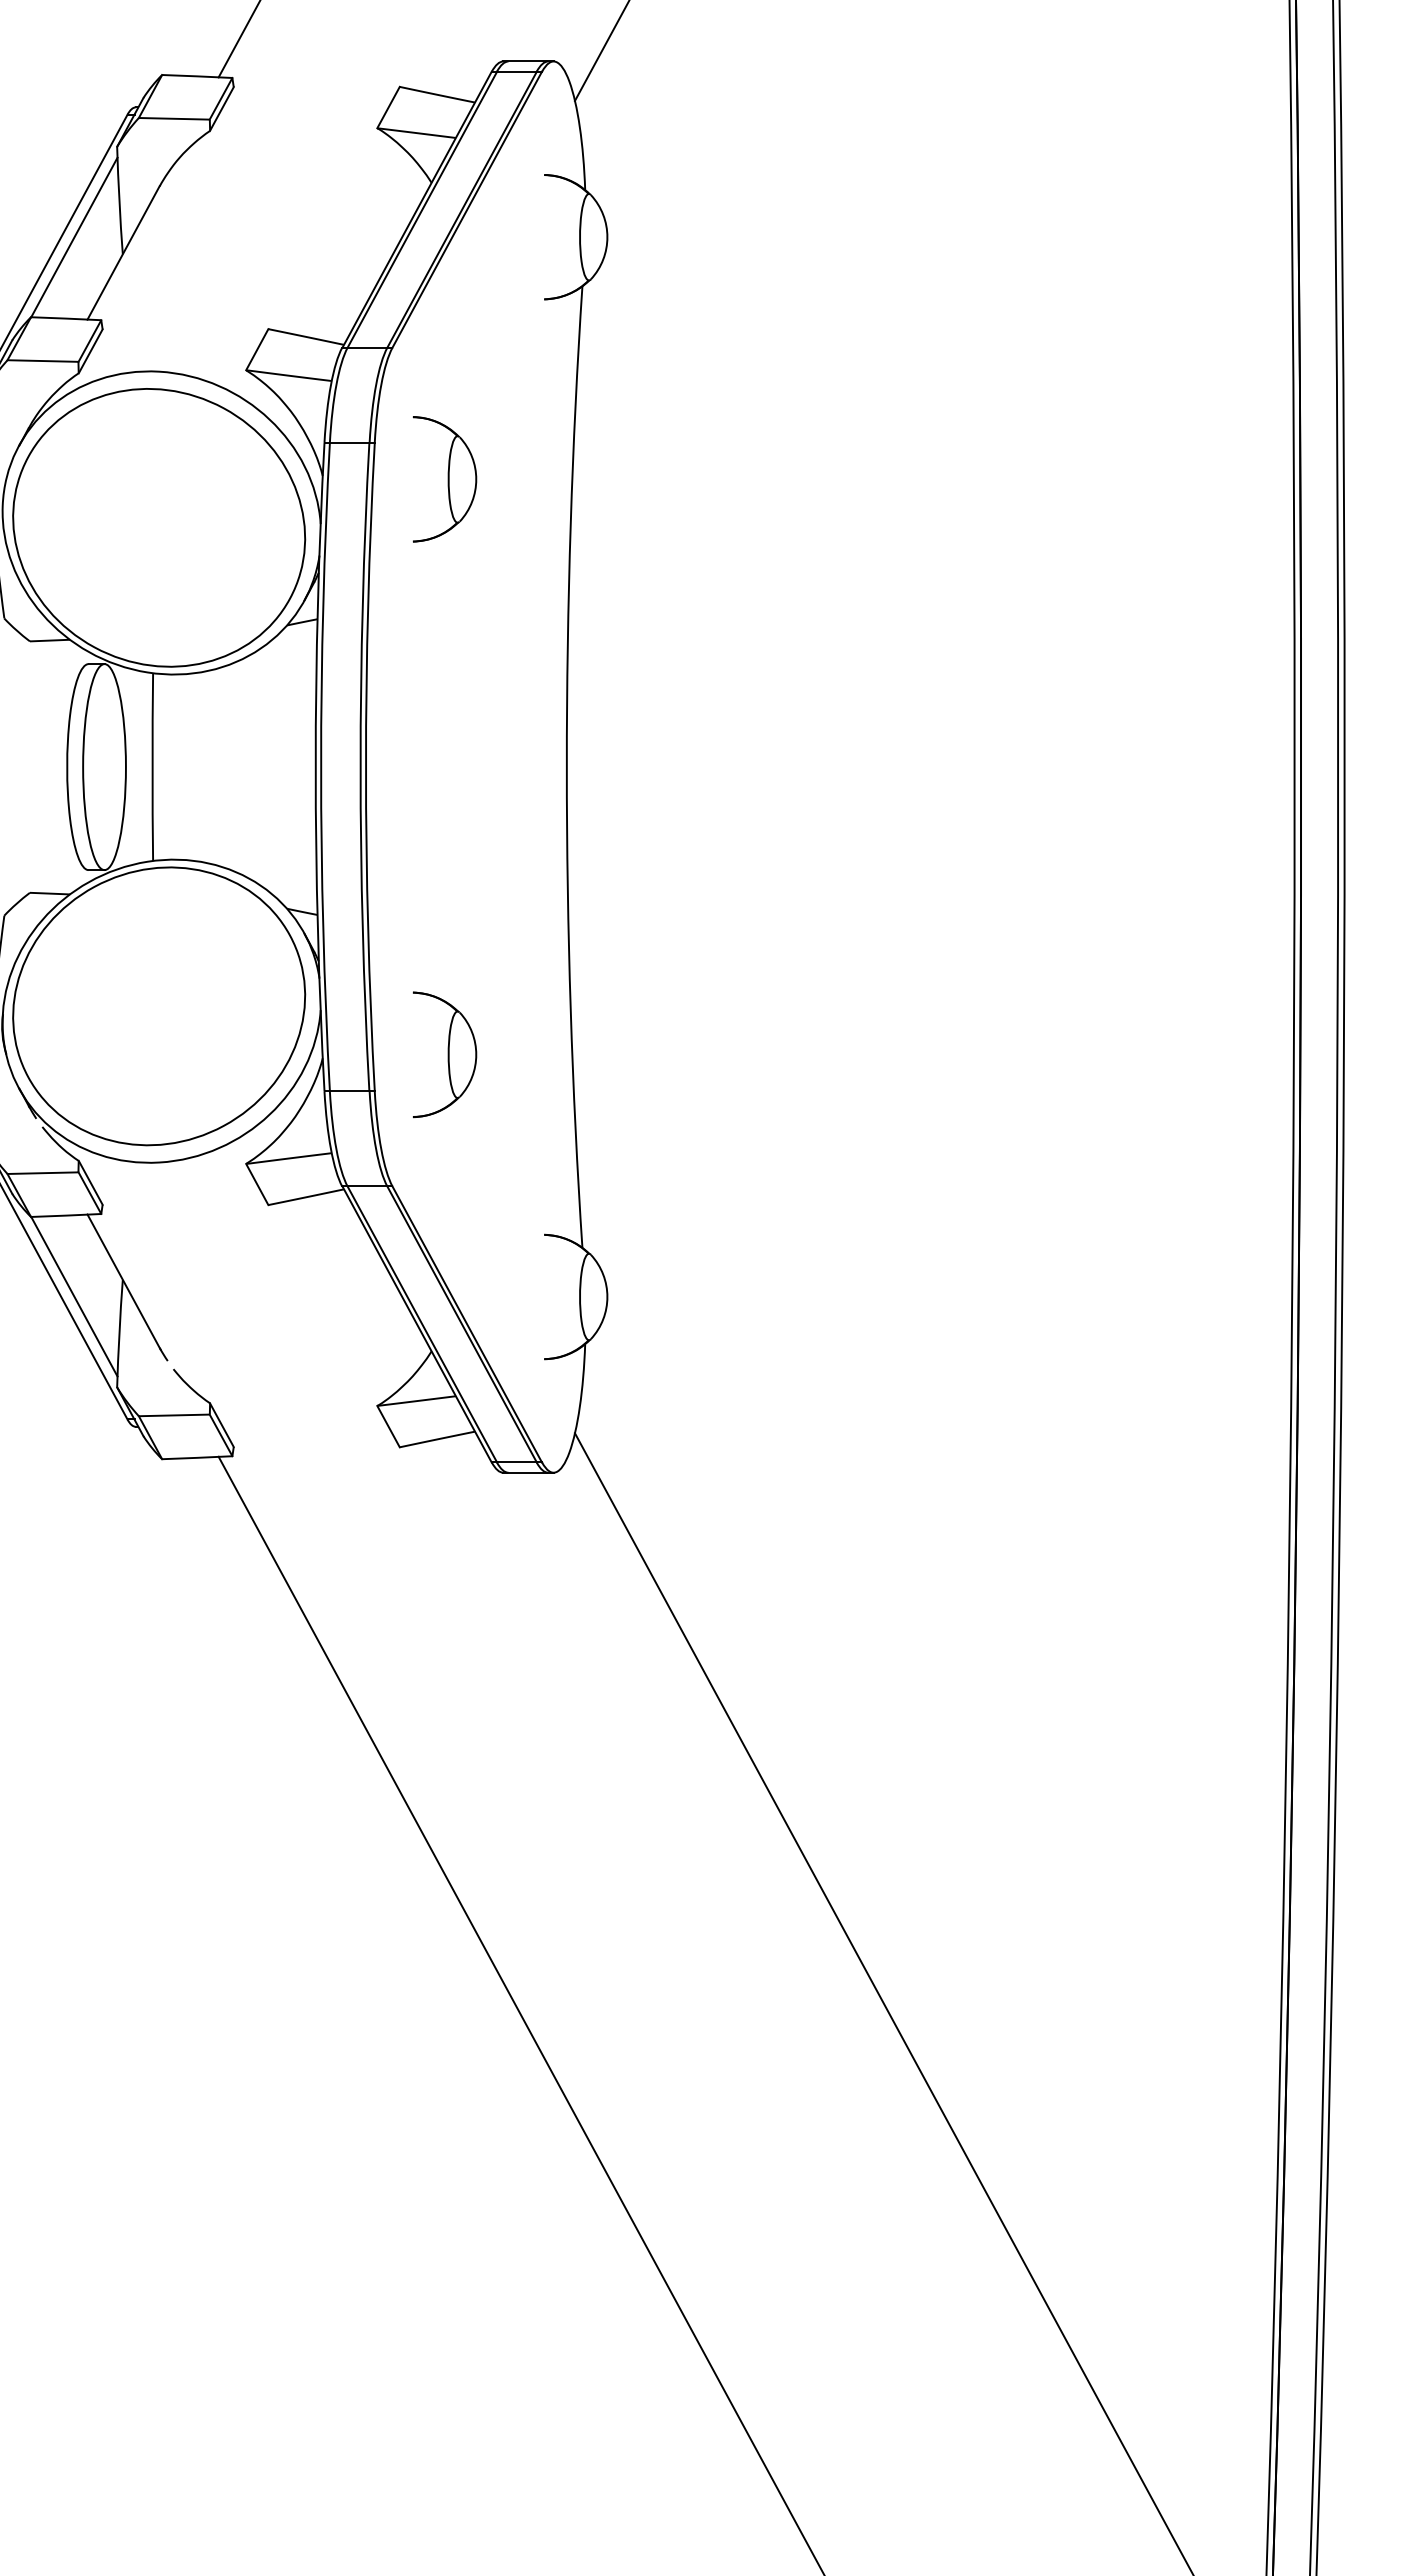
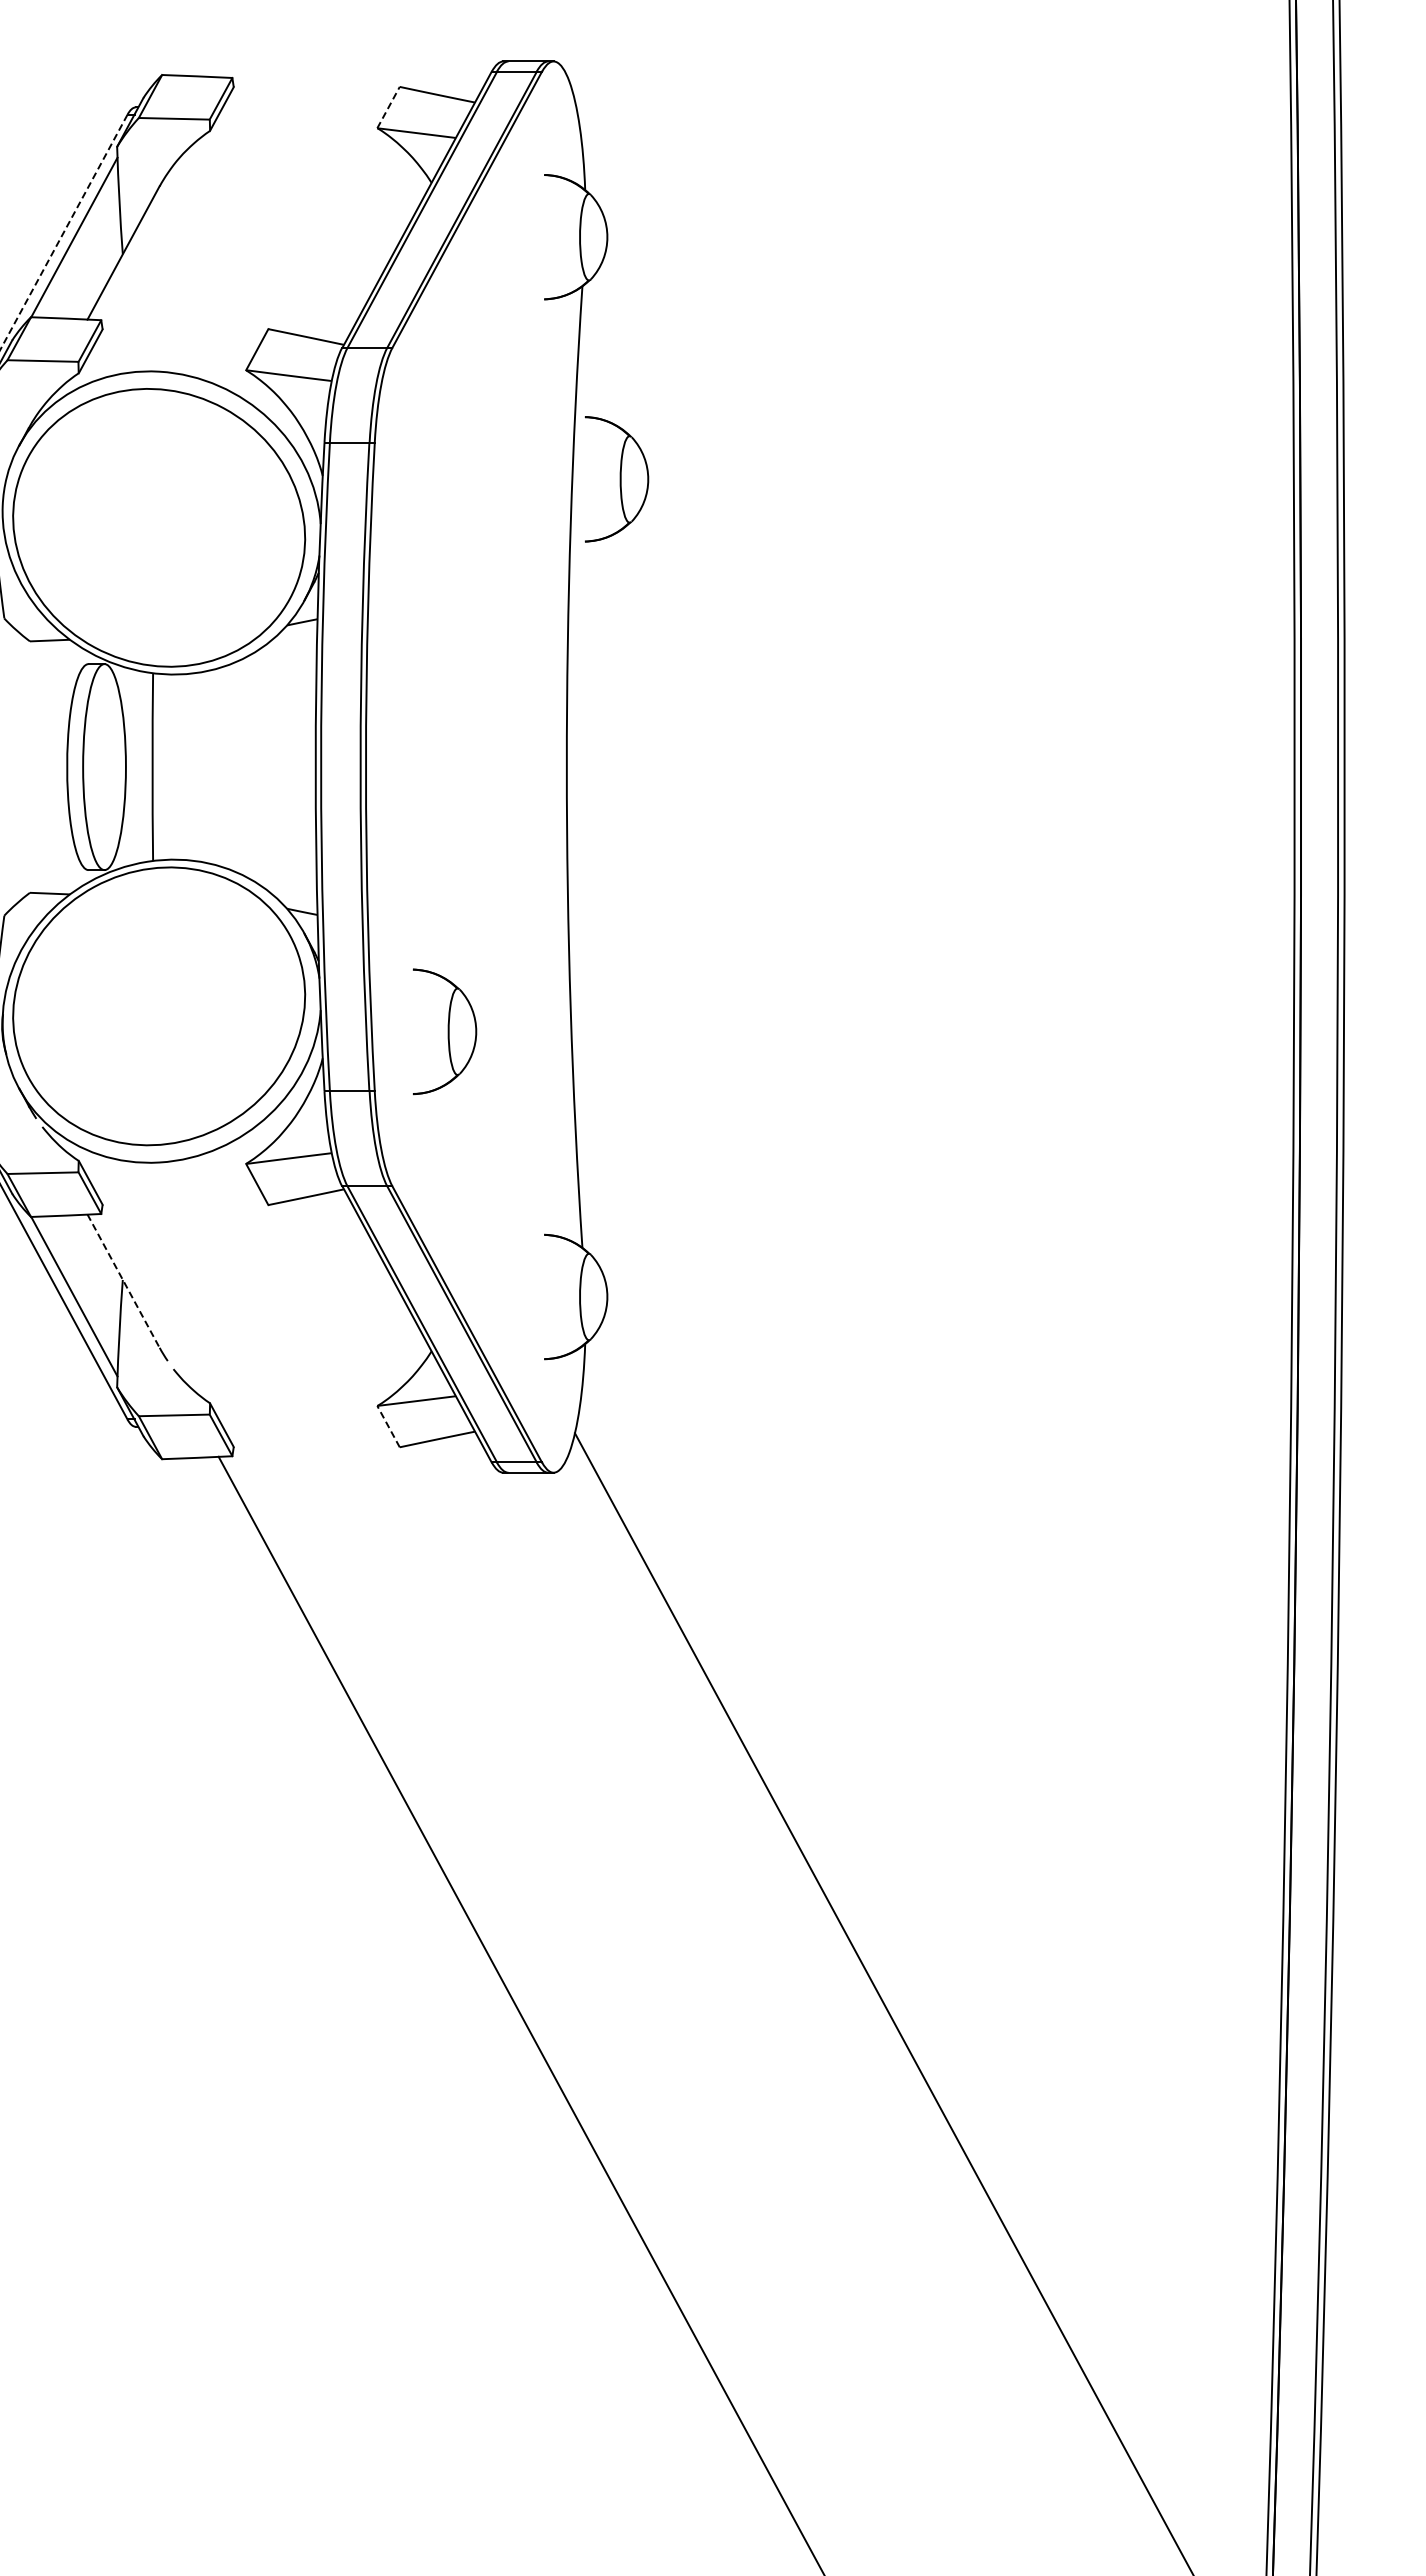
line at (238, 39): present -> none
line at (601, 51): present -> none
line at (388, 107): solid -> dashed
line at (63, 232): solid -> dashed
part at (444, 479) position: (444, 479) -> (616, 479)
part at (445, 1054) position: (445, 1054) -> (445, 1031)
line at (124, 1281): solid -> dashed
line at (388, 1426): solid -> dashed
